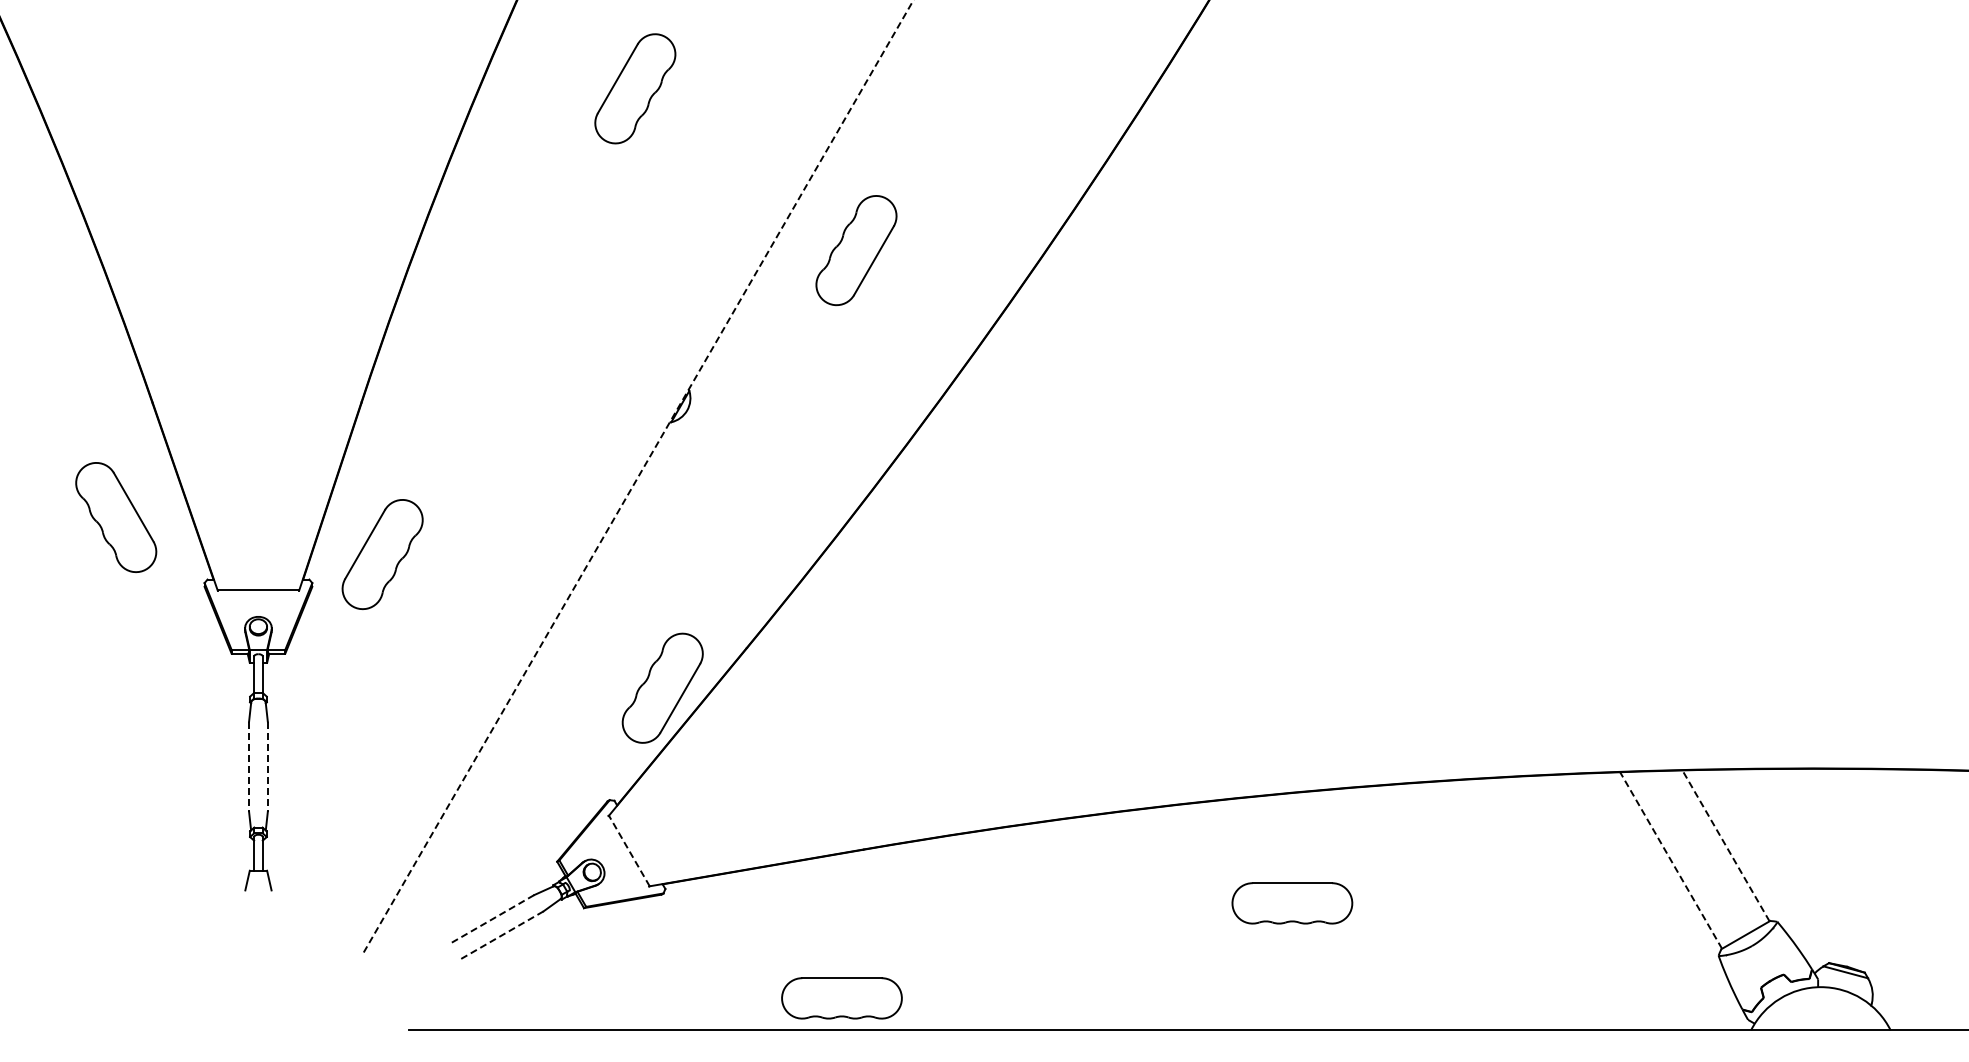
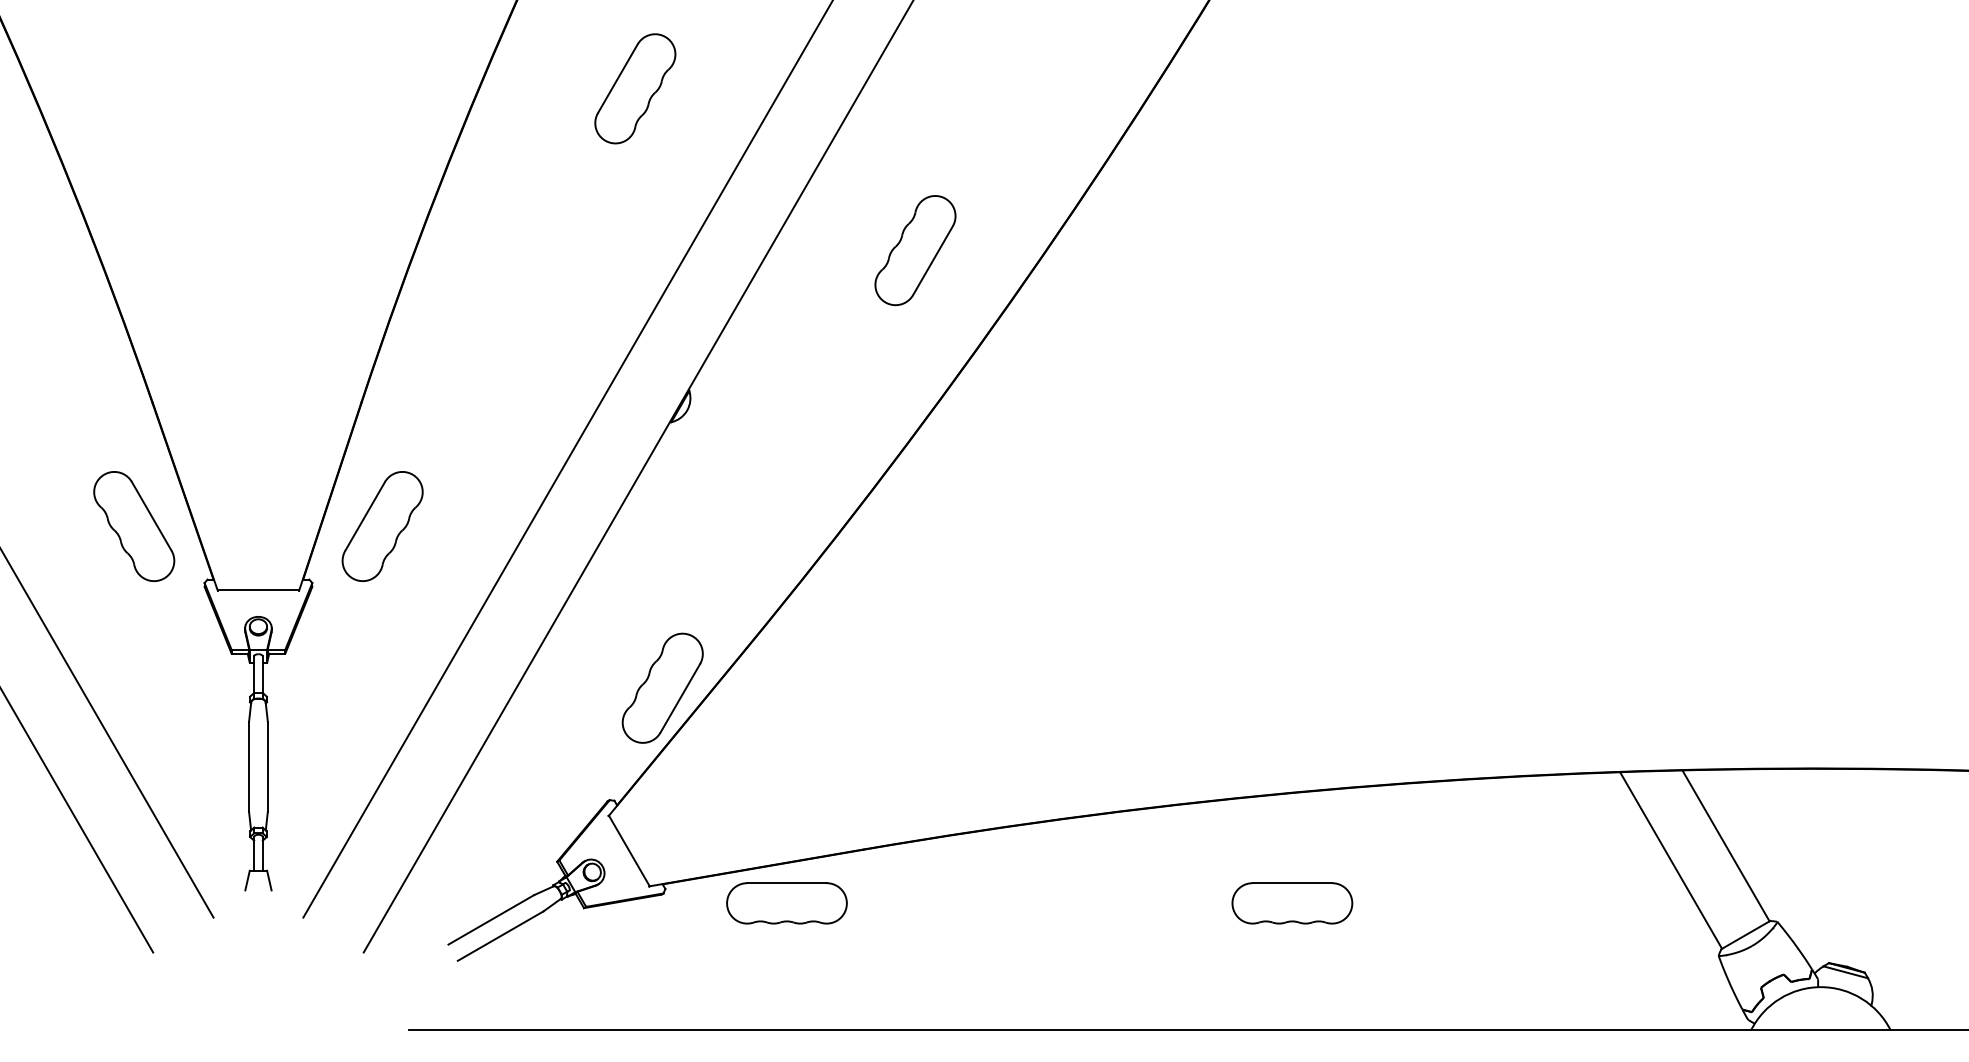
part at (856, 250) position: (856, 250) -> (915, 250)
line at (567, 459): none -> present
line at (638, 476): dashed -> solid
part at (116, 517) position: (116, 517) -> (134, 526)
part at (382, 554) position: (382, 554) -> (382, 526)
line at (107, 734): none -> present
line at (249, 766): dashed -> solid
line at (267, 766): dashed -> solid
line at (77, 821): none -> present
line at (1725, 845): dashed -> solid
line at (629, 851): dashed -> solid
line at (1671, 860): dashed -> solid
line at (490, 920): dashed -> solid
line at (500, 936): dashed -> solid
part at (841, 998) position: (841, 998) -> (786, 903)
